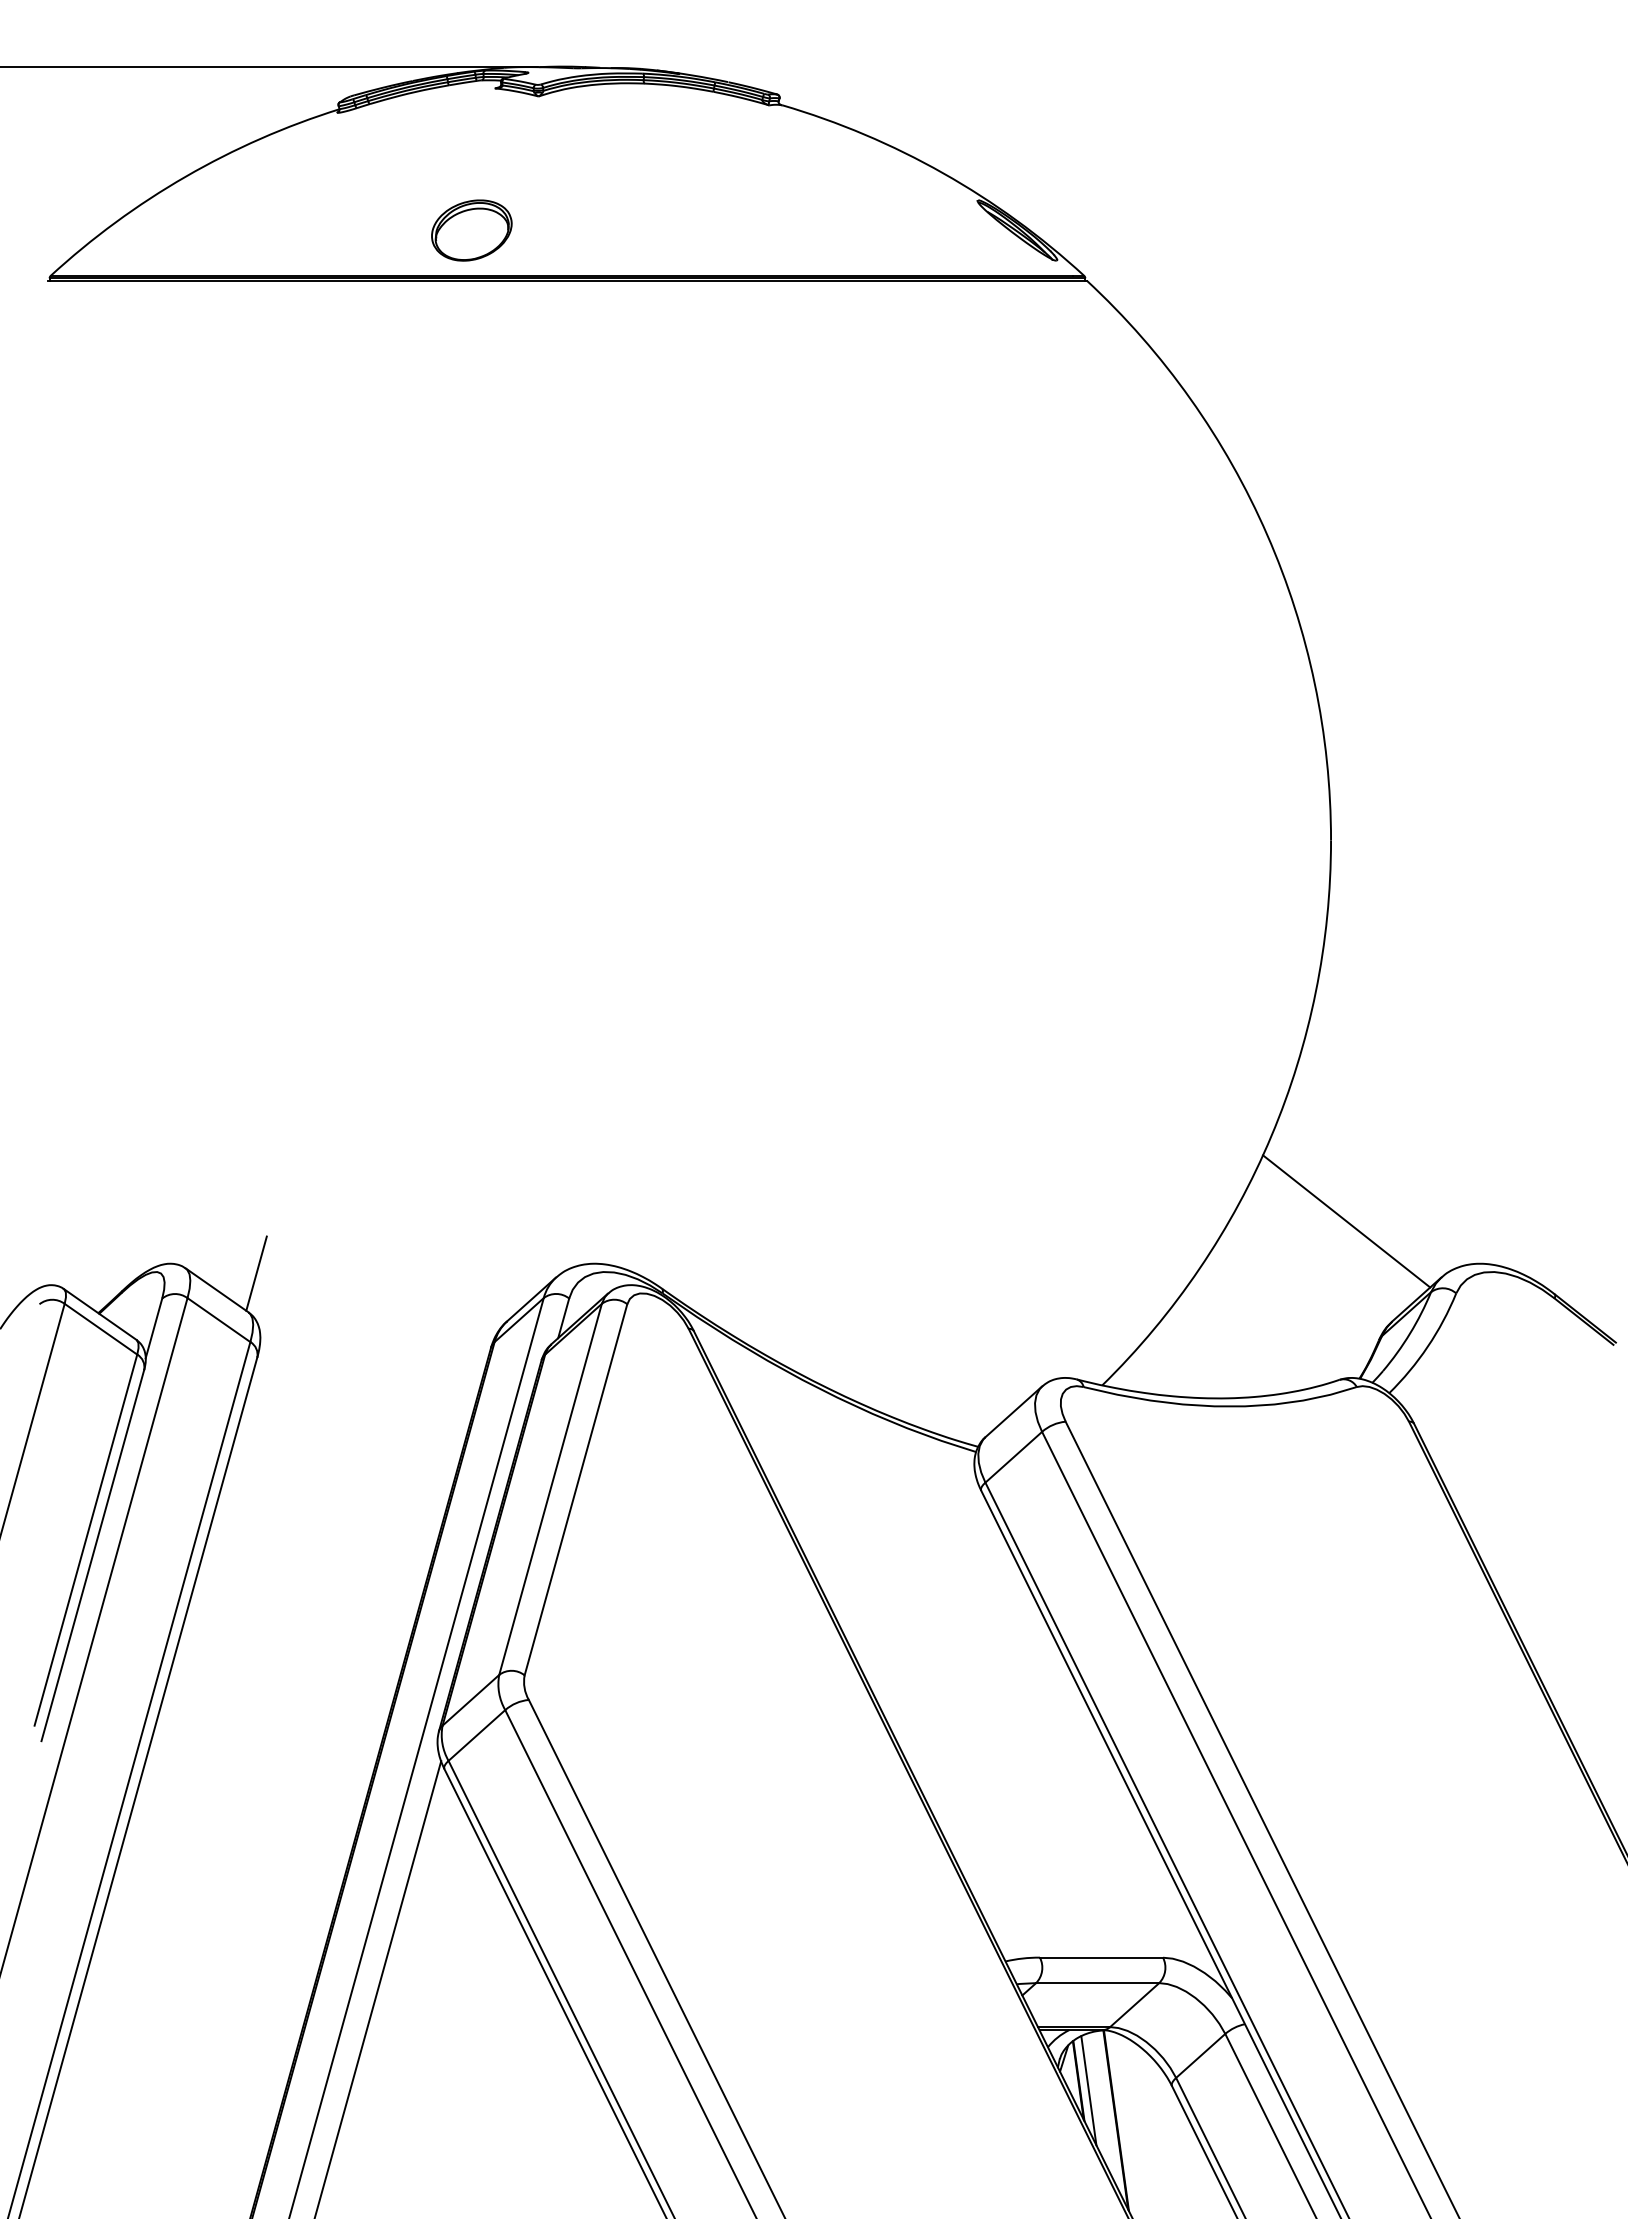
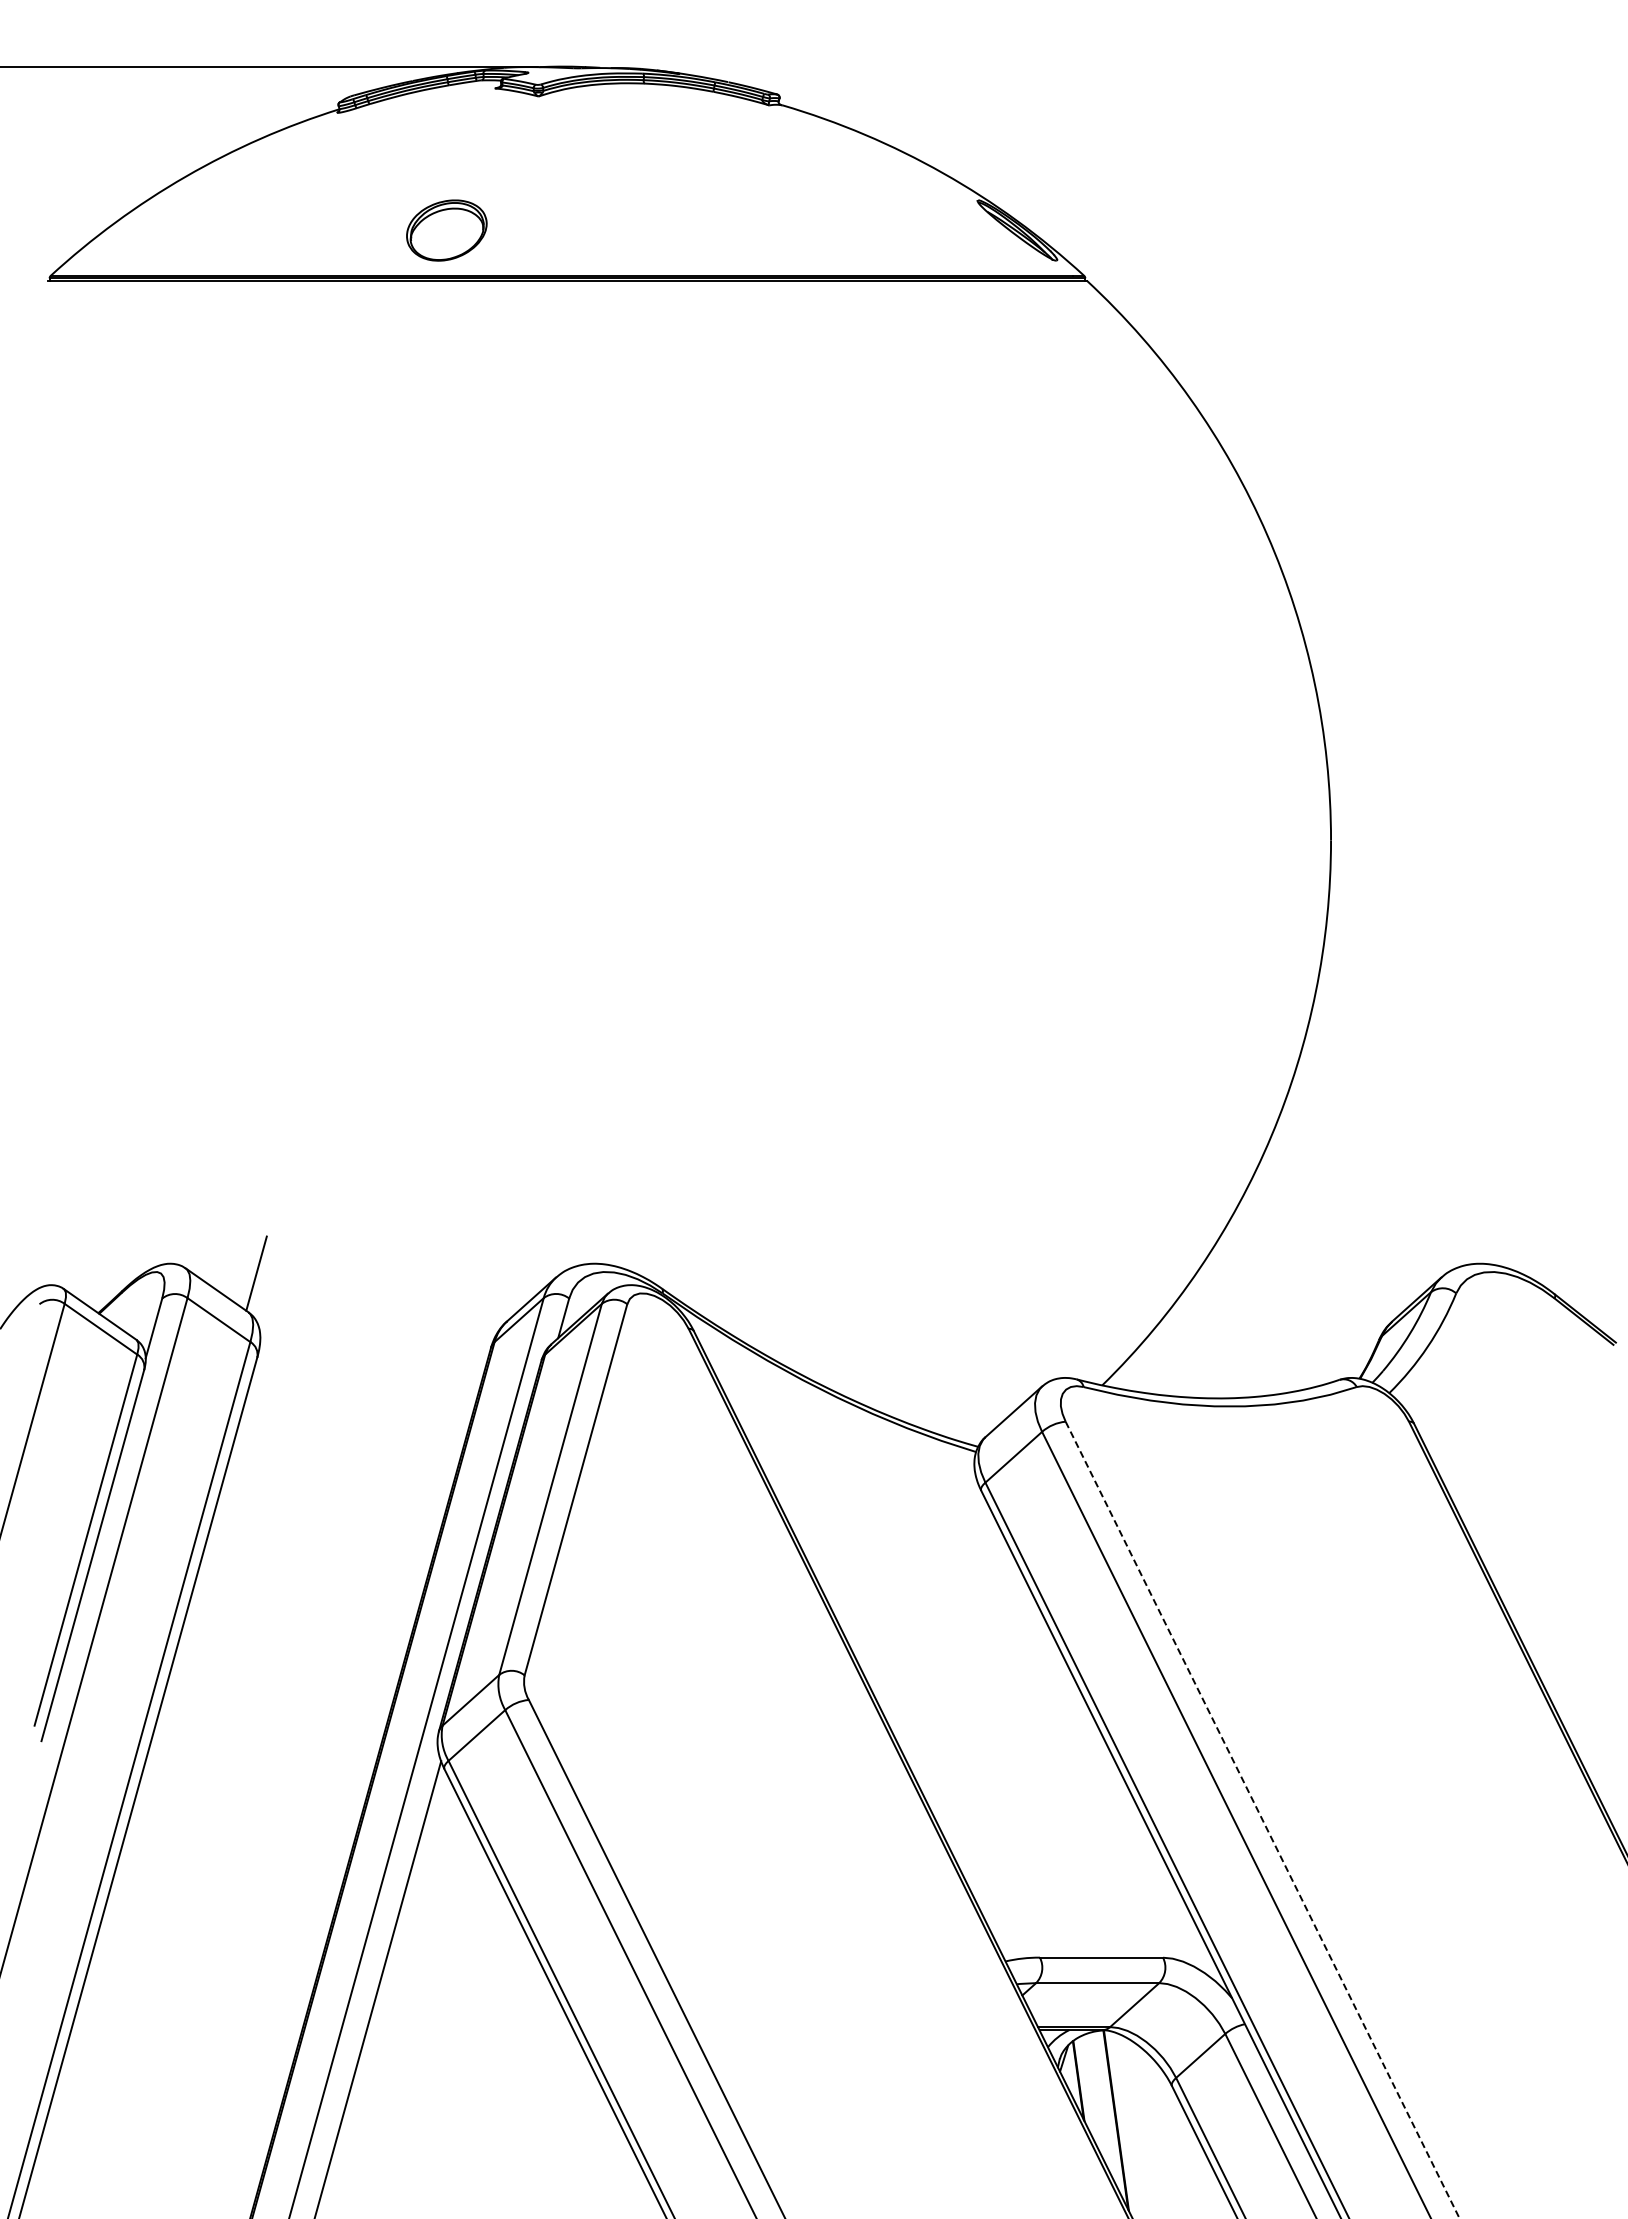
part at (471, 230) position: (471, 230) -> (446, 230)
line at (1346, 1221): present -> none
line at (1262, 1820): solid -> dashed
line at (1088, 2090): present -> none
